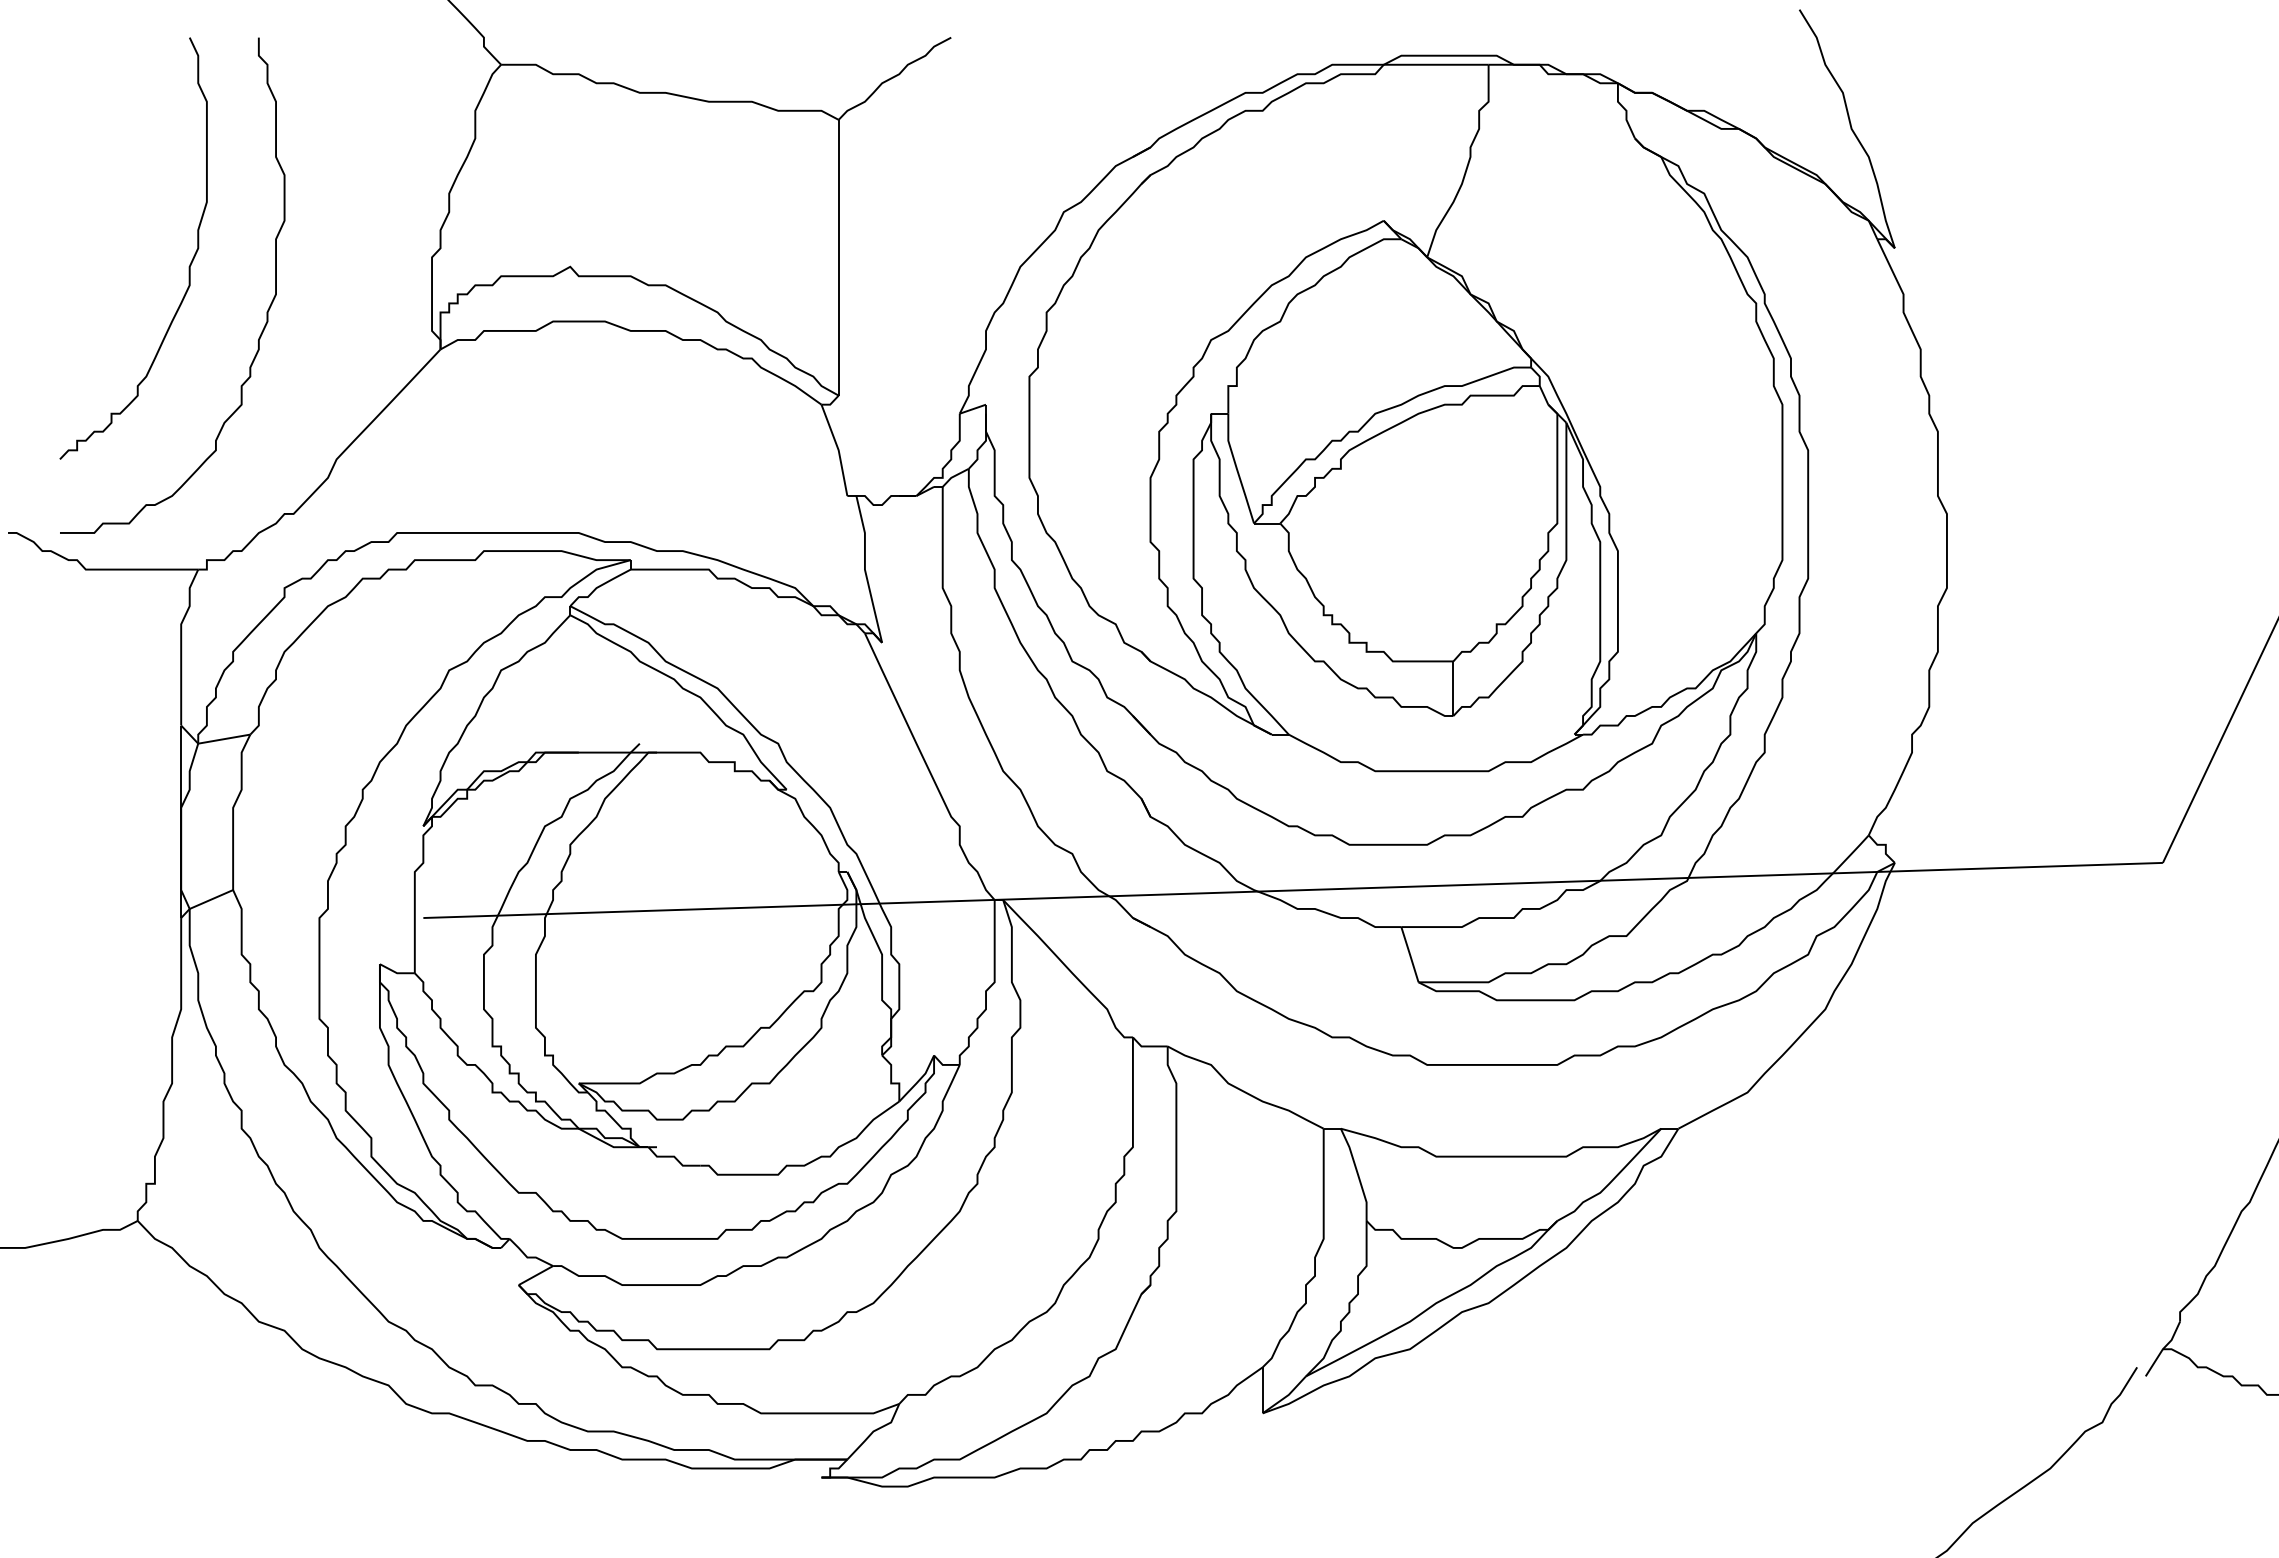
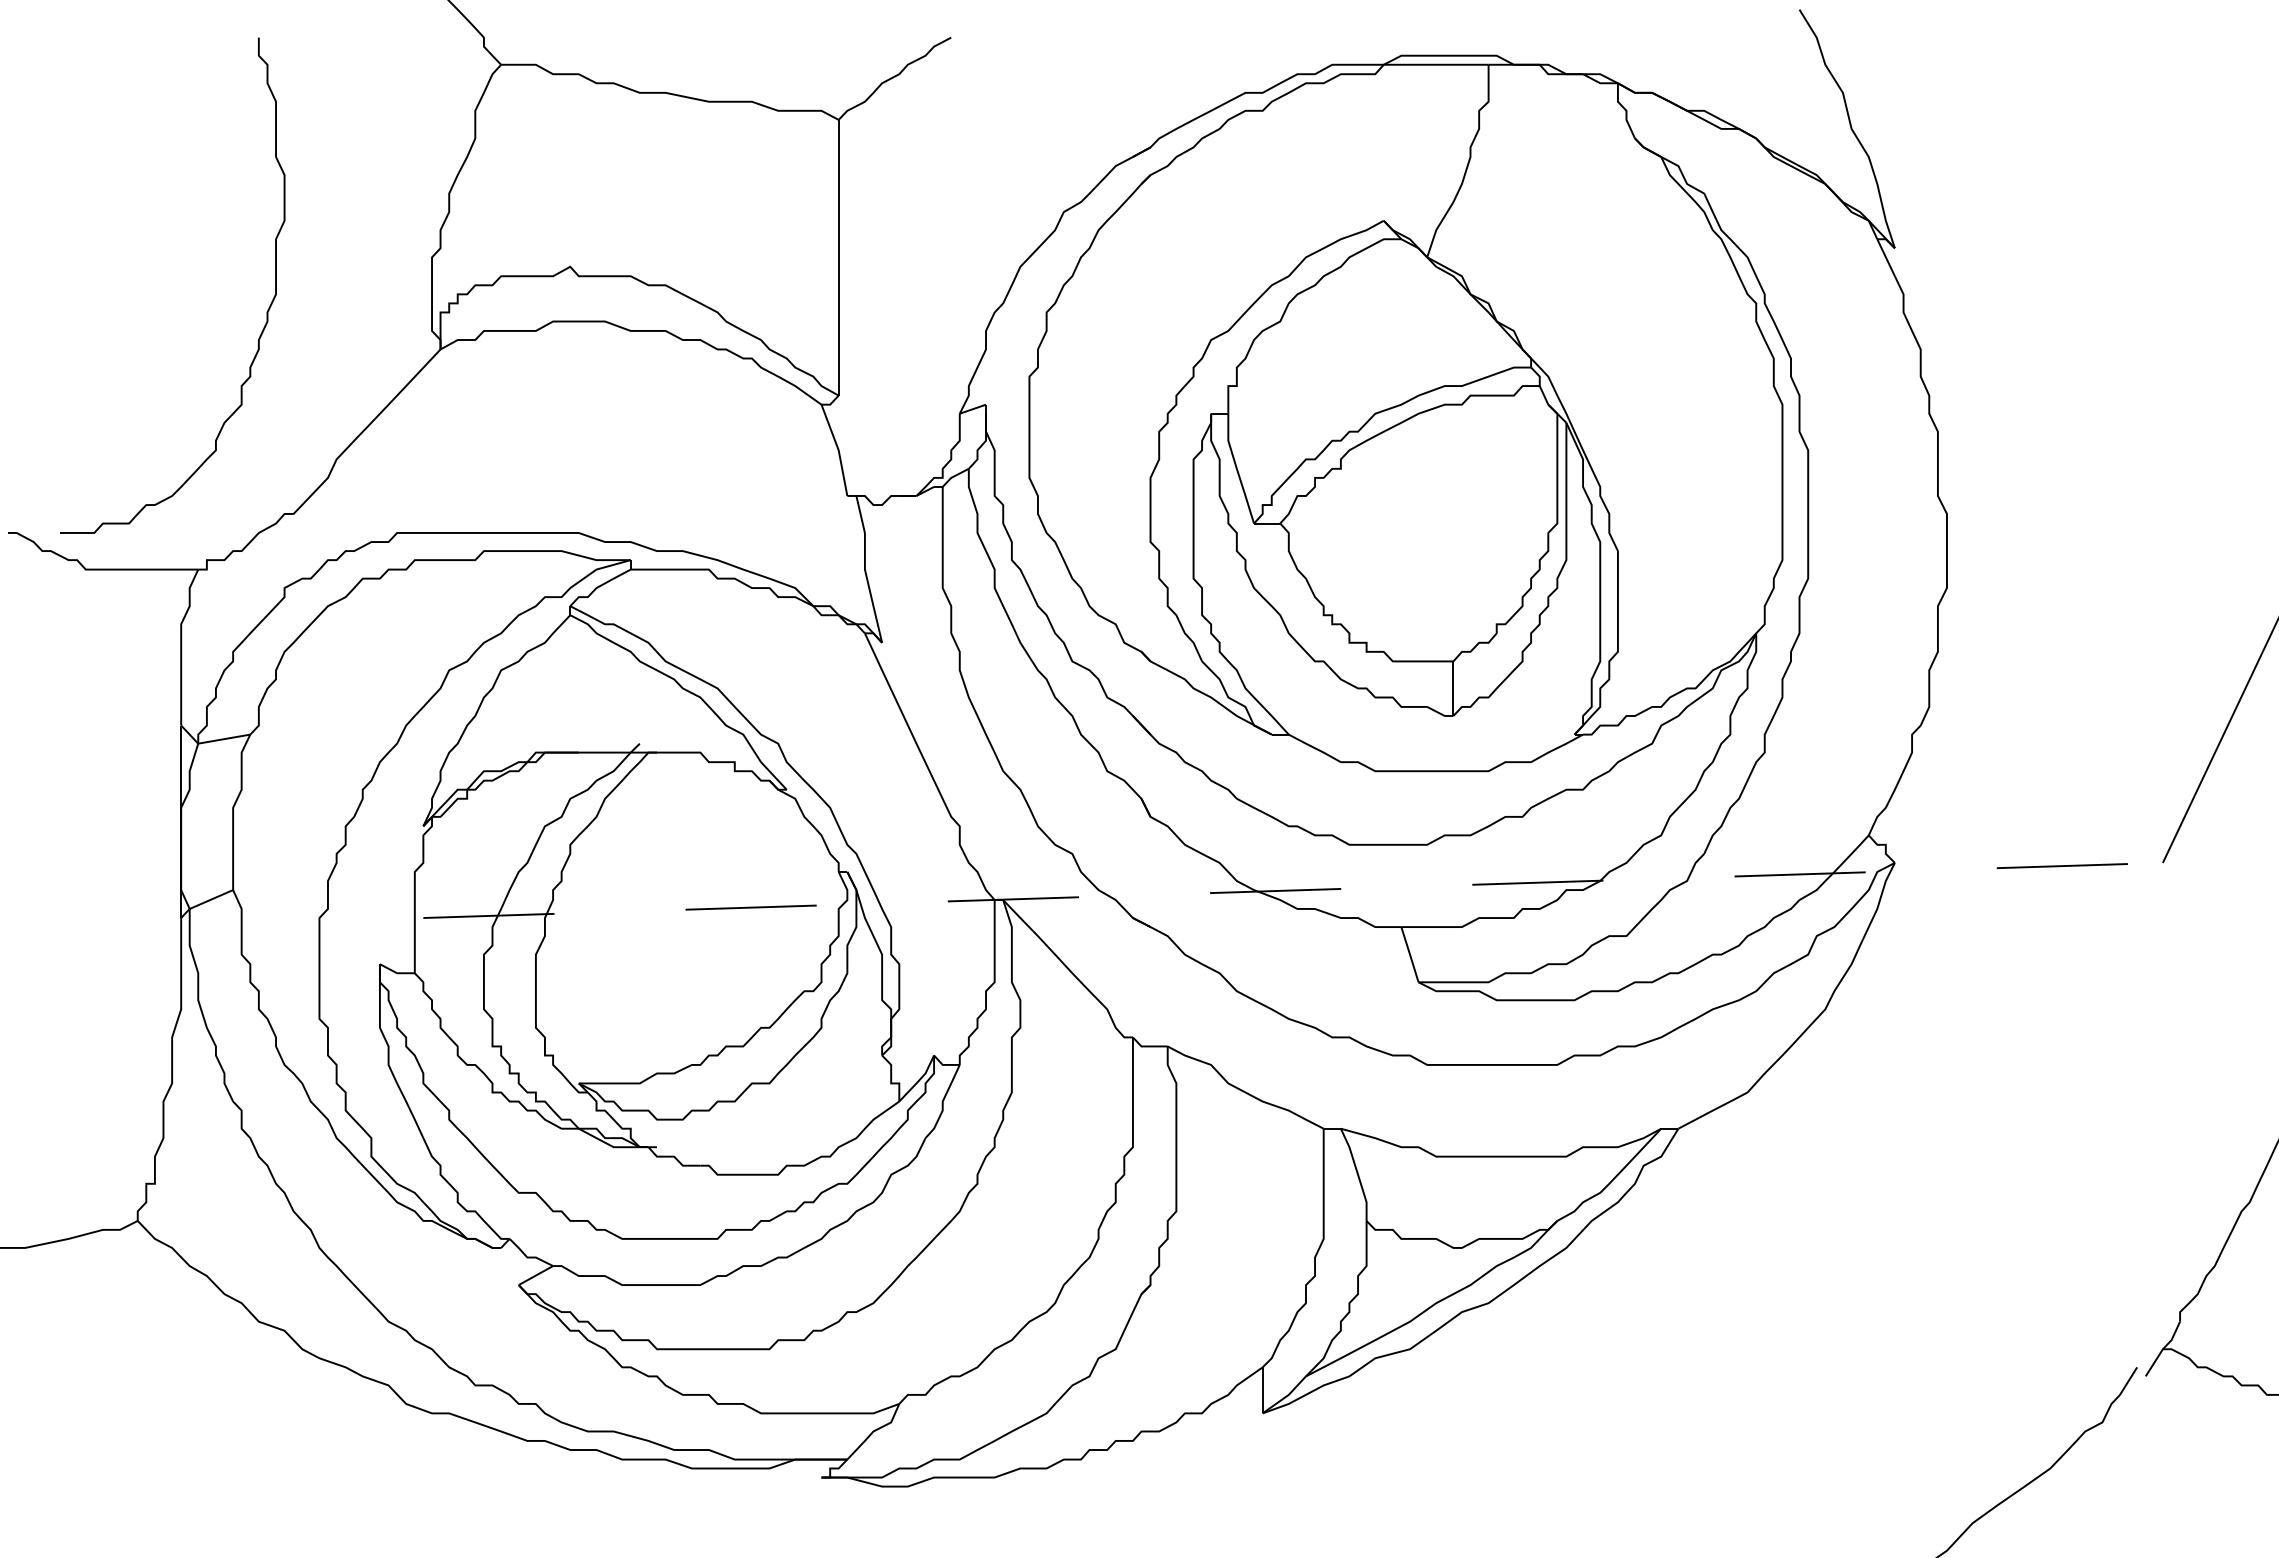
curve at (188, 266): present -> none
line at (1293, 890): solid -> dashed
